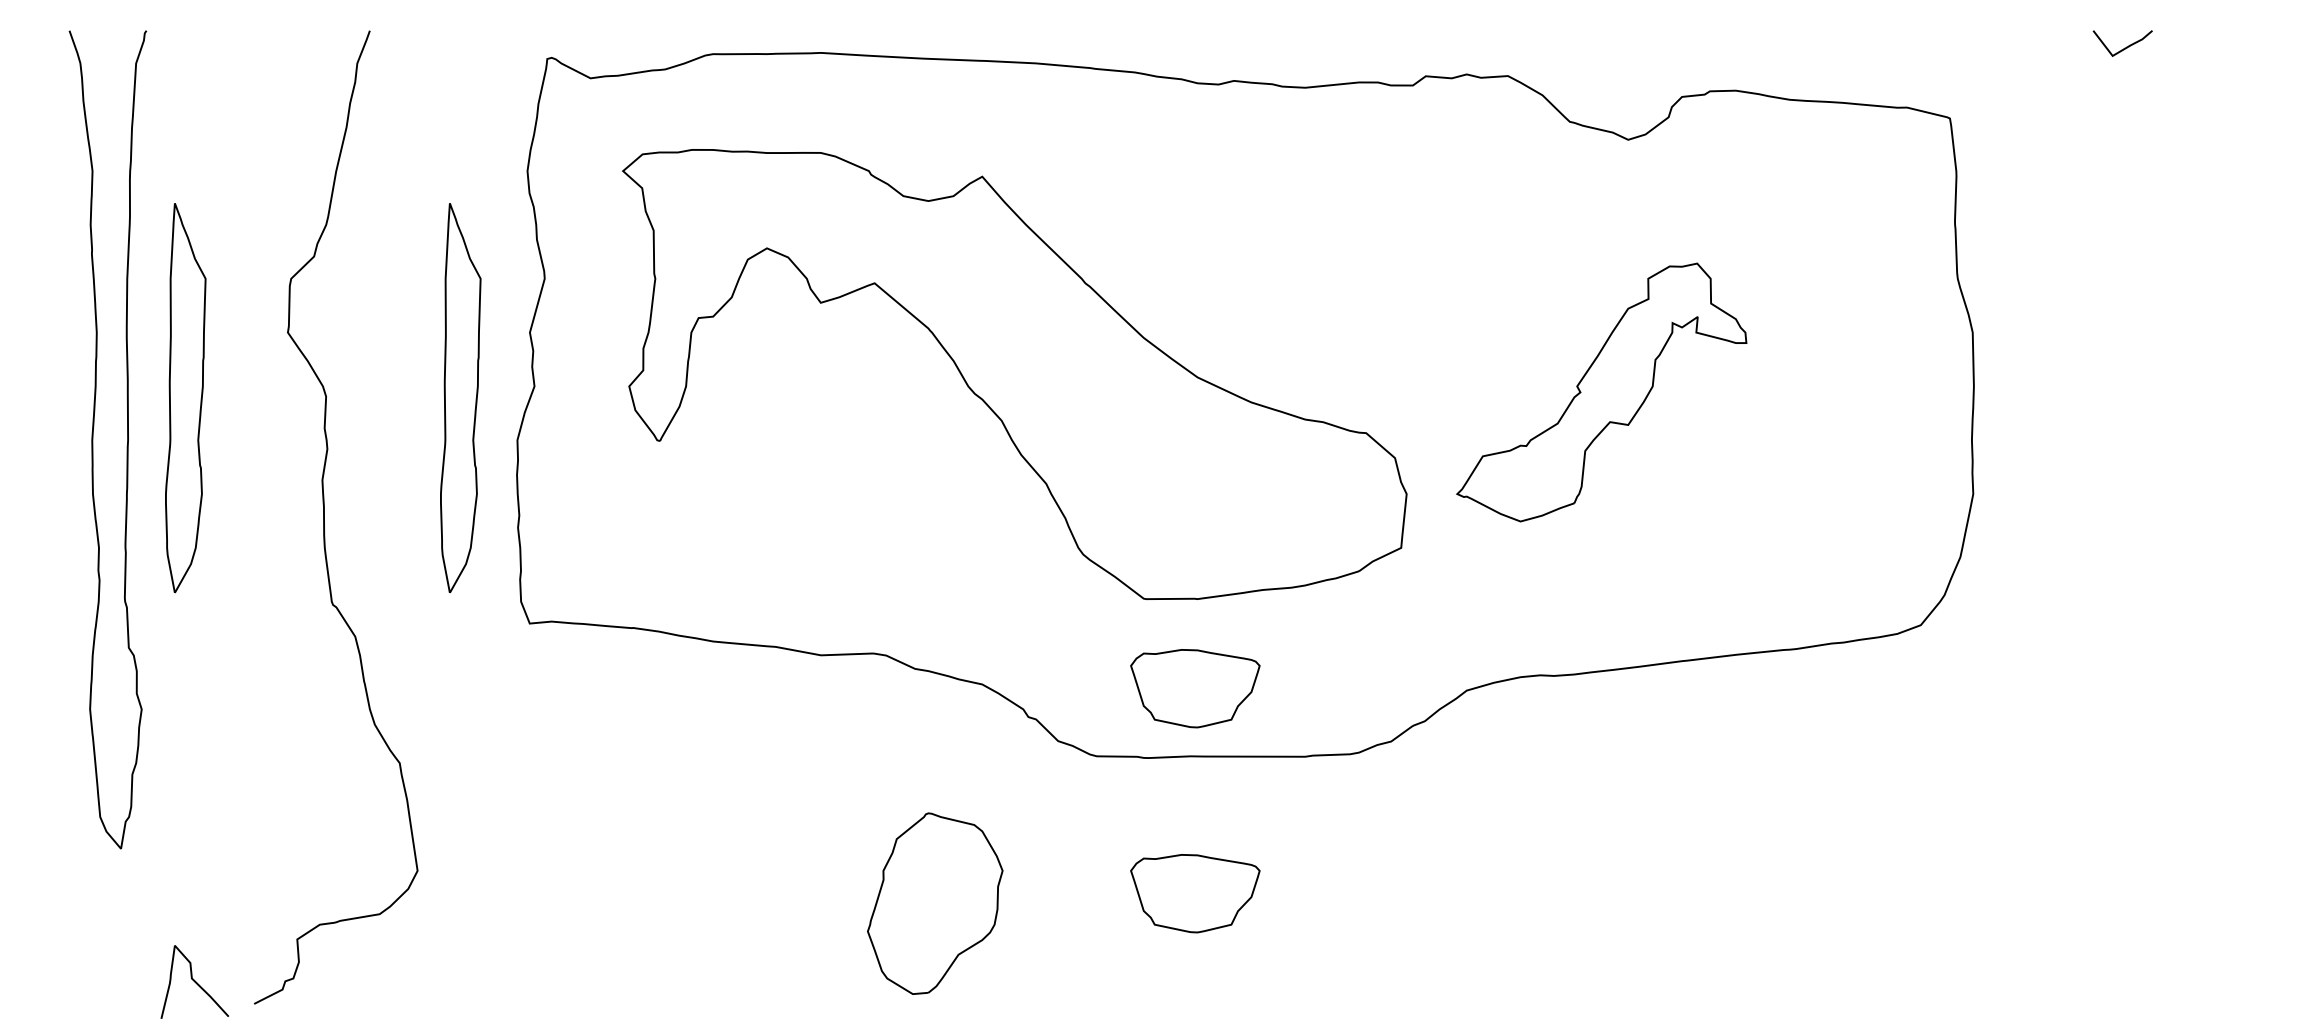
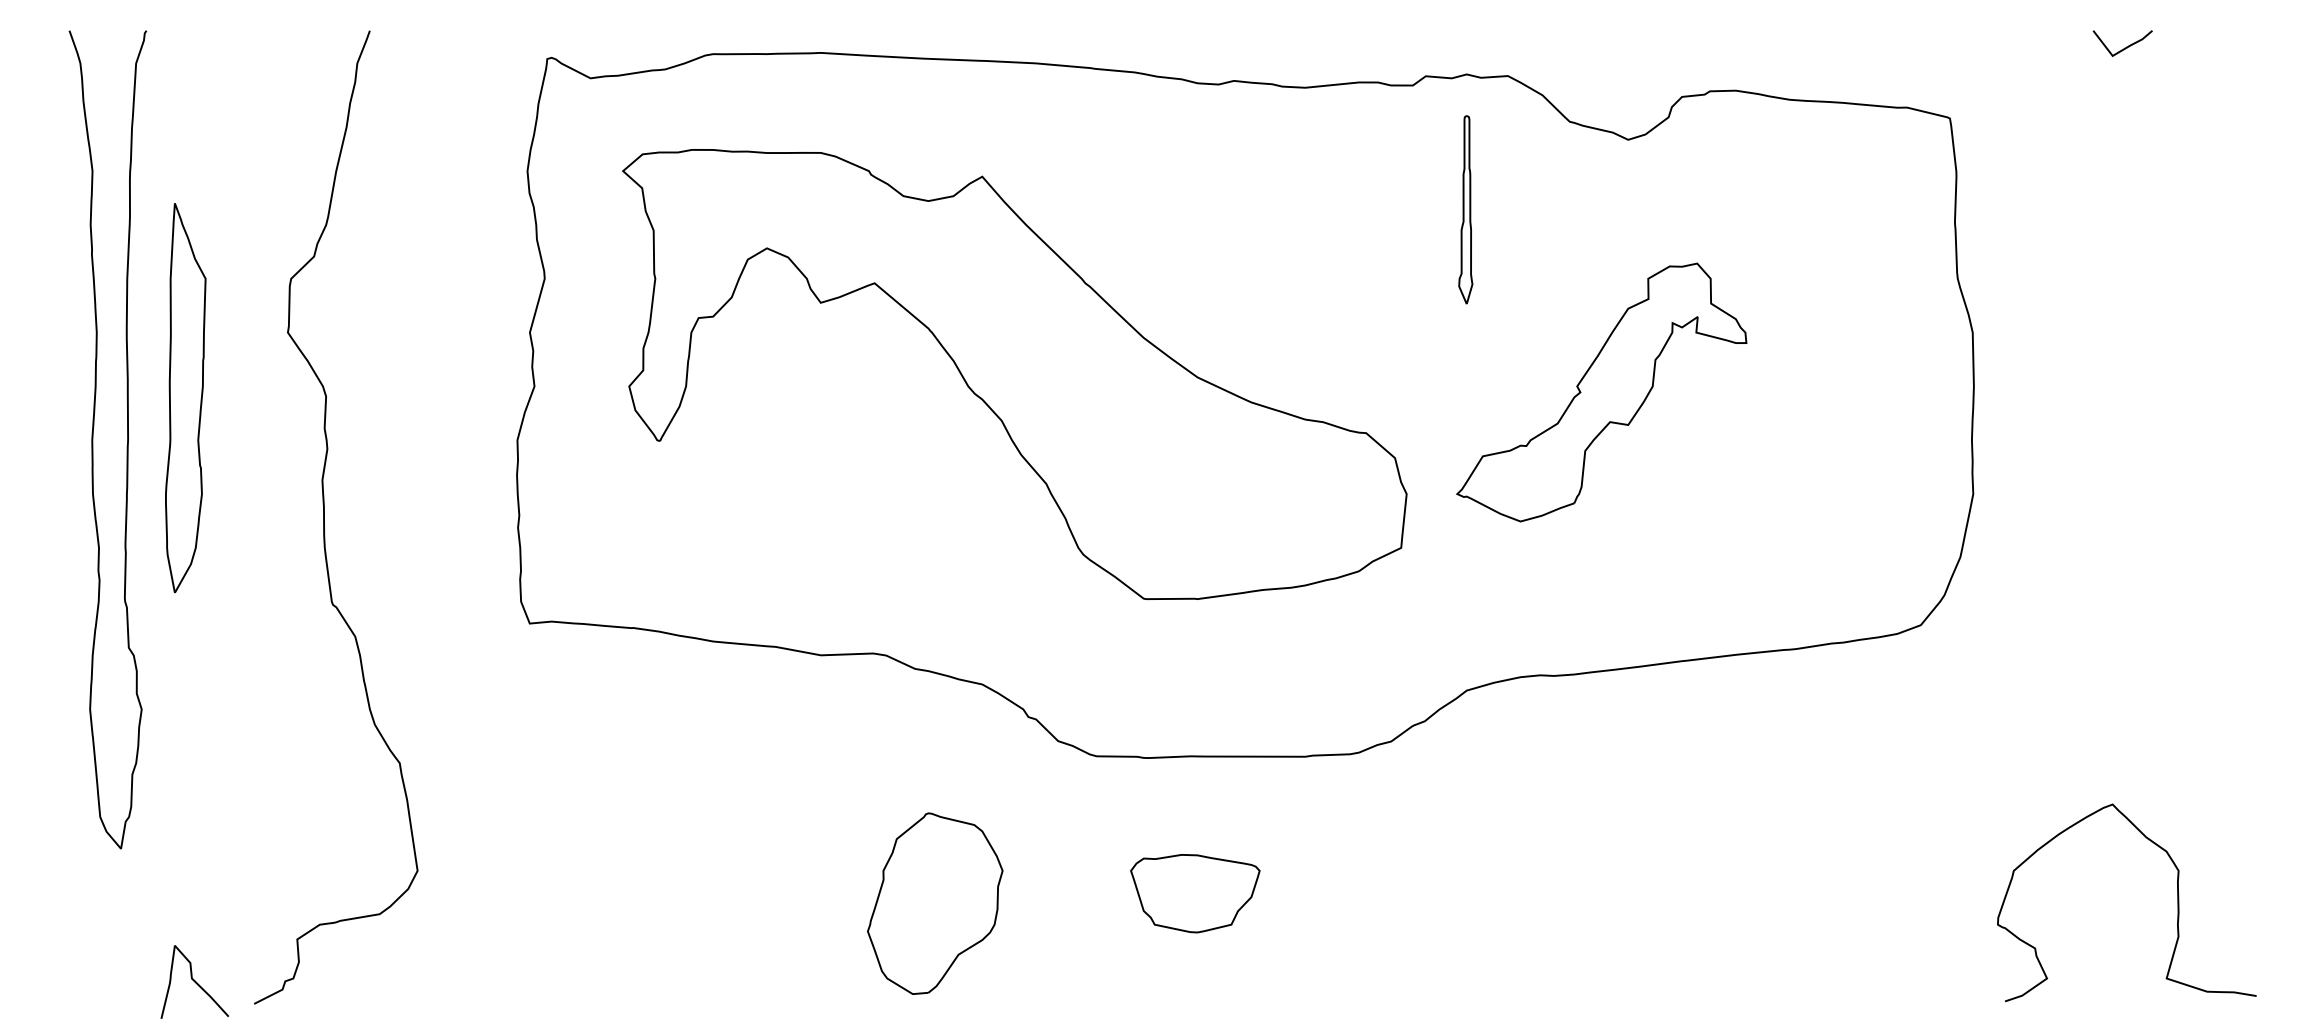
part at (1465, 209): none -> present
part at (460, 398): present -> none
part at (1195, 688): present -> none
curve at (2177, 902): none -> present
